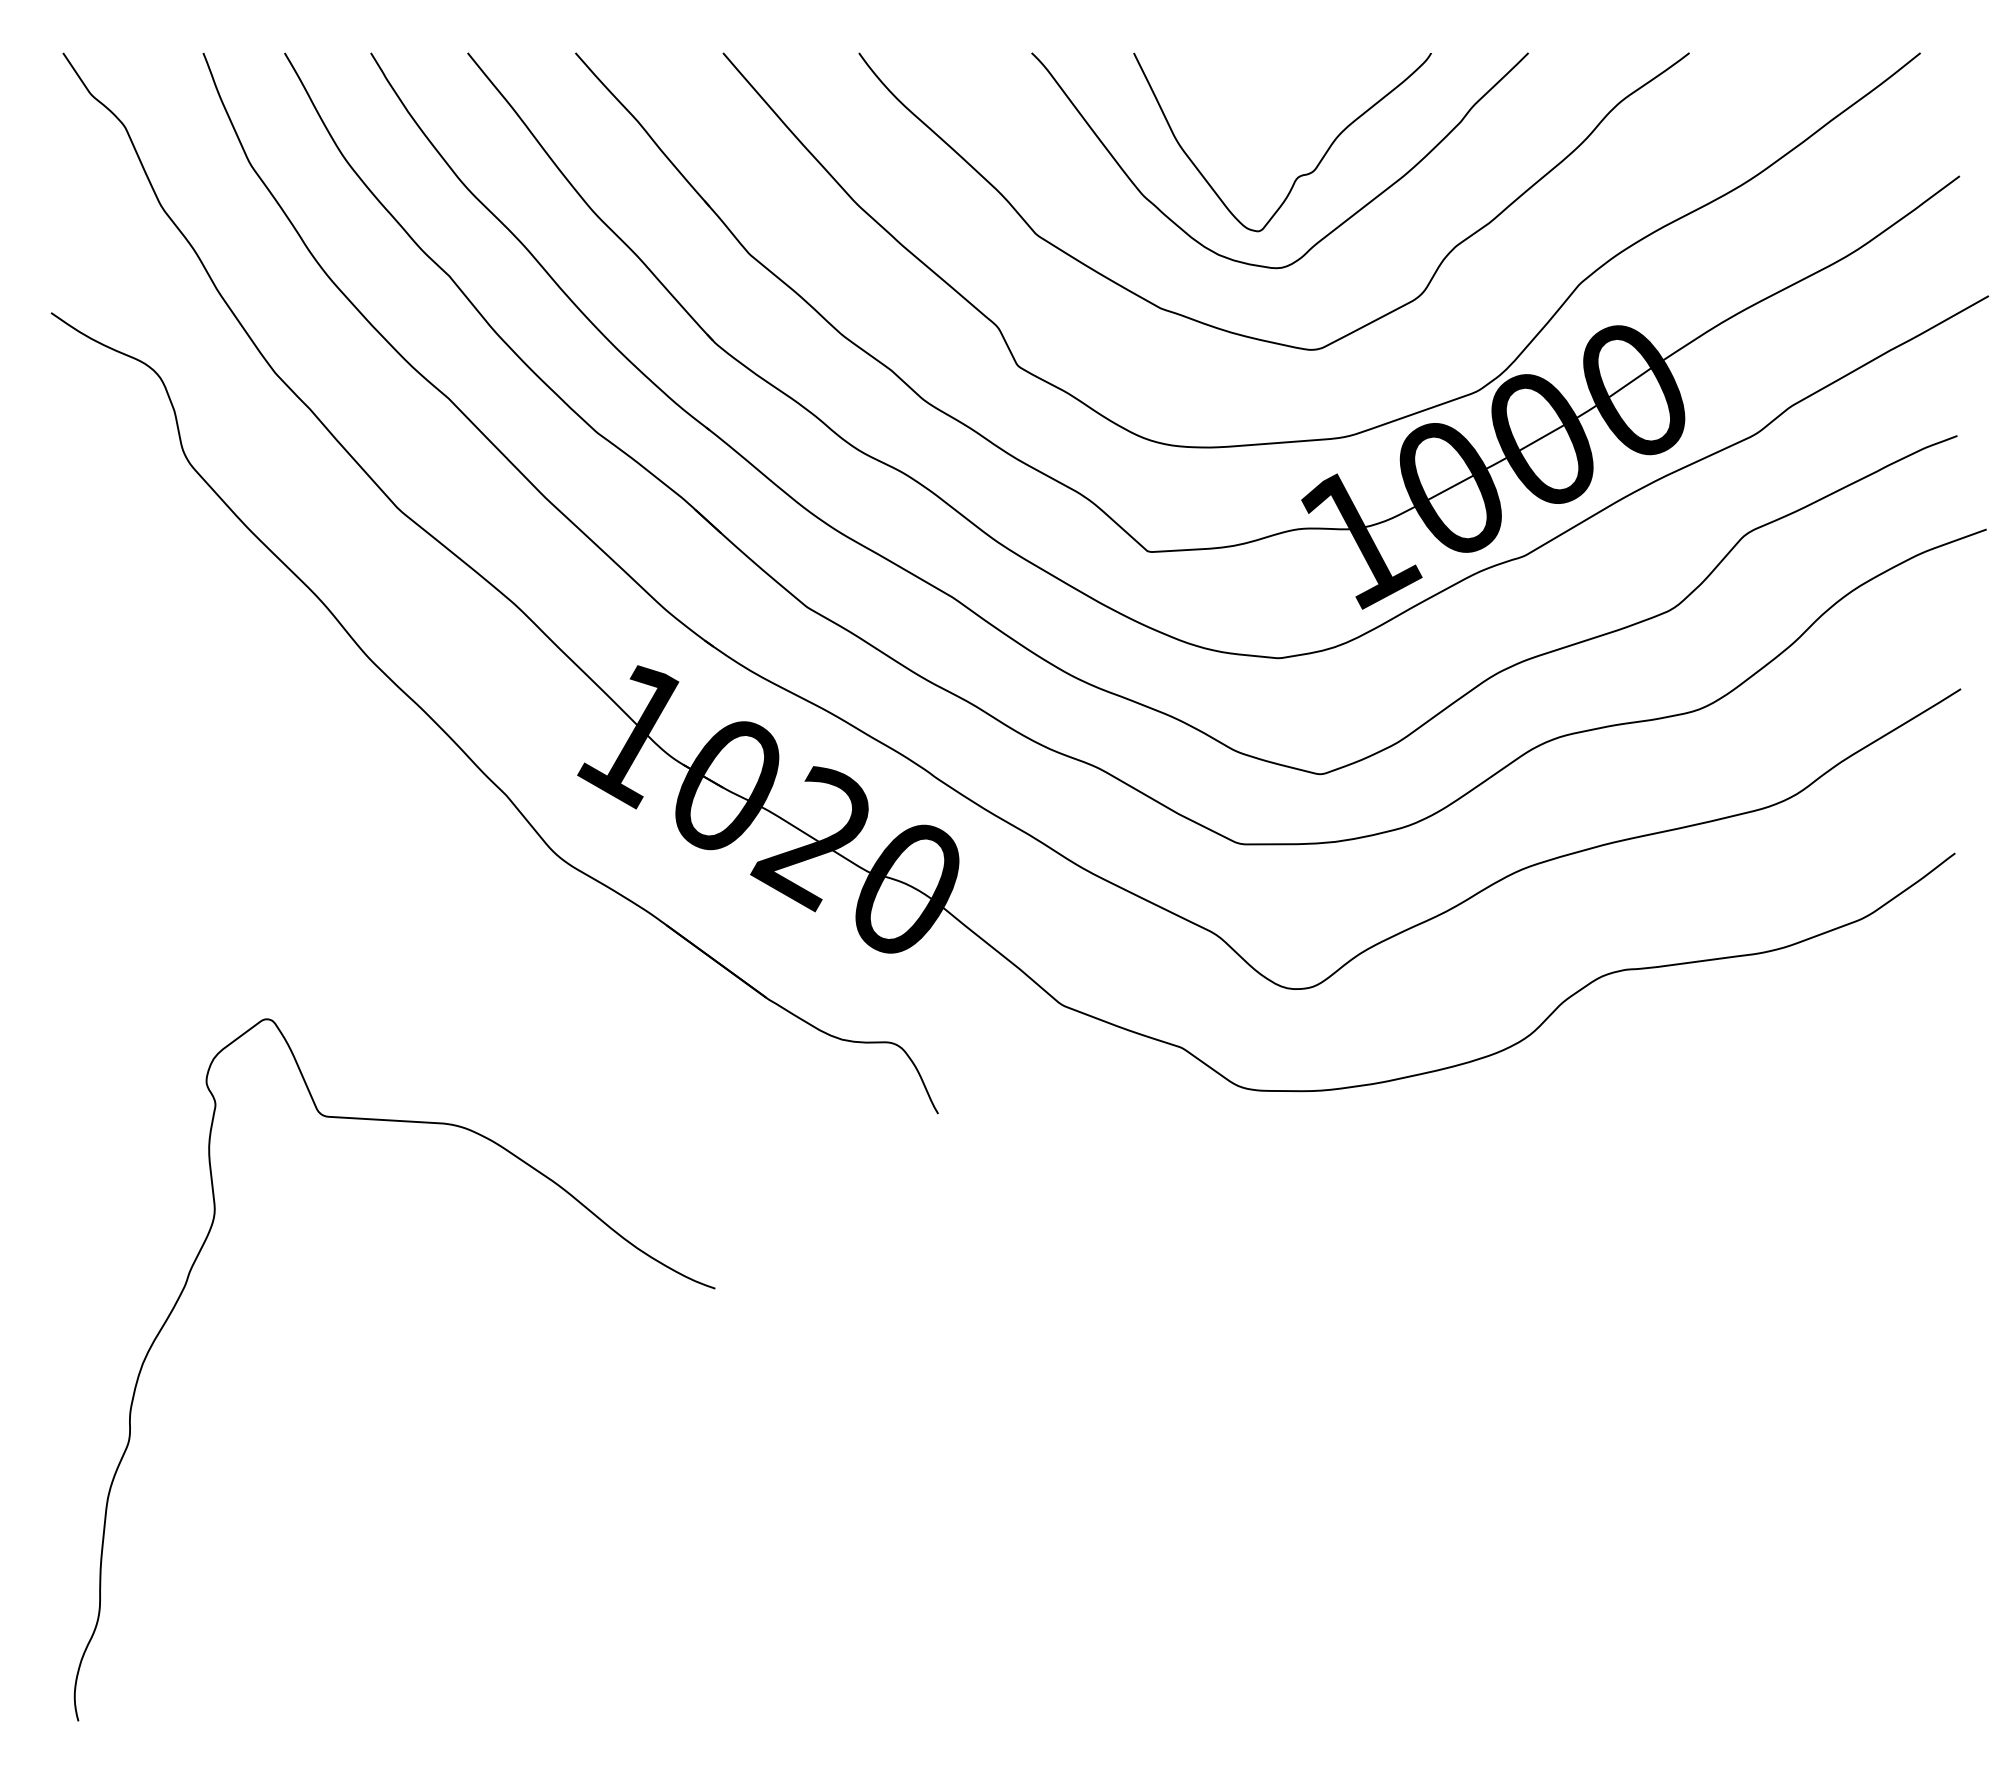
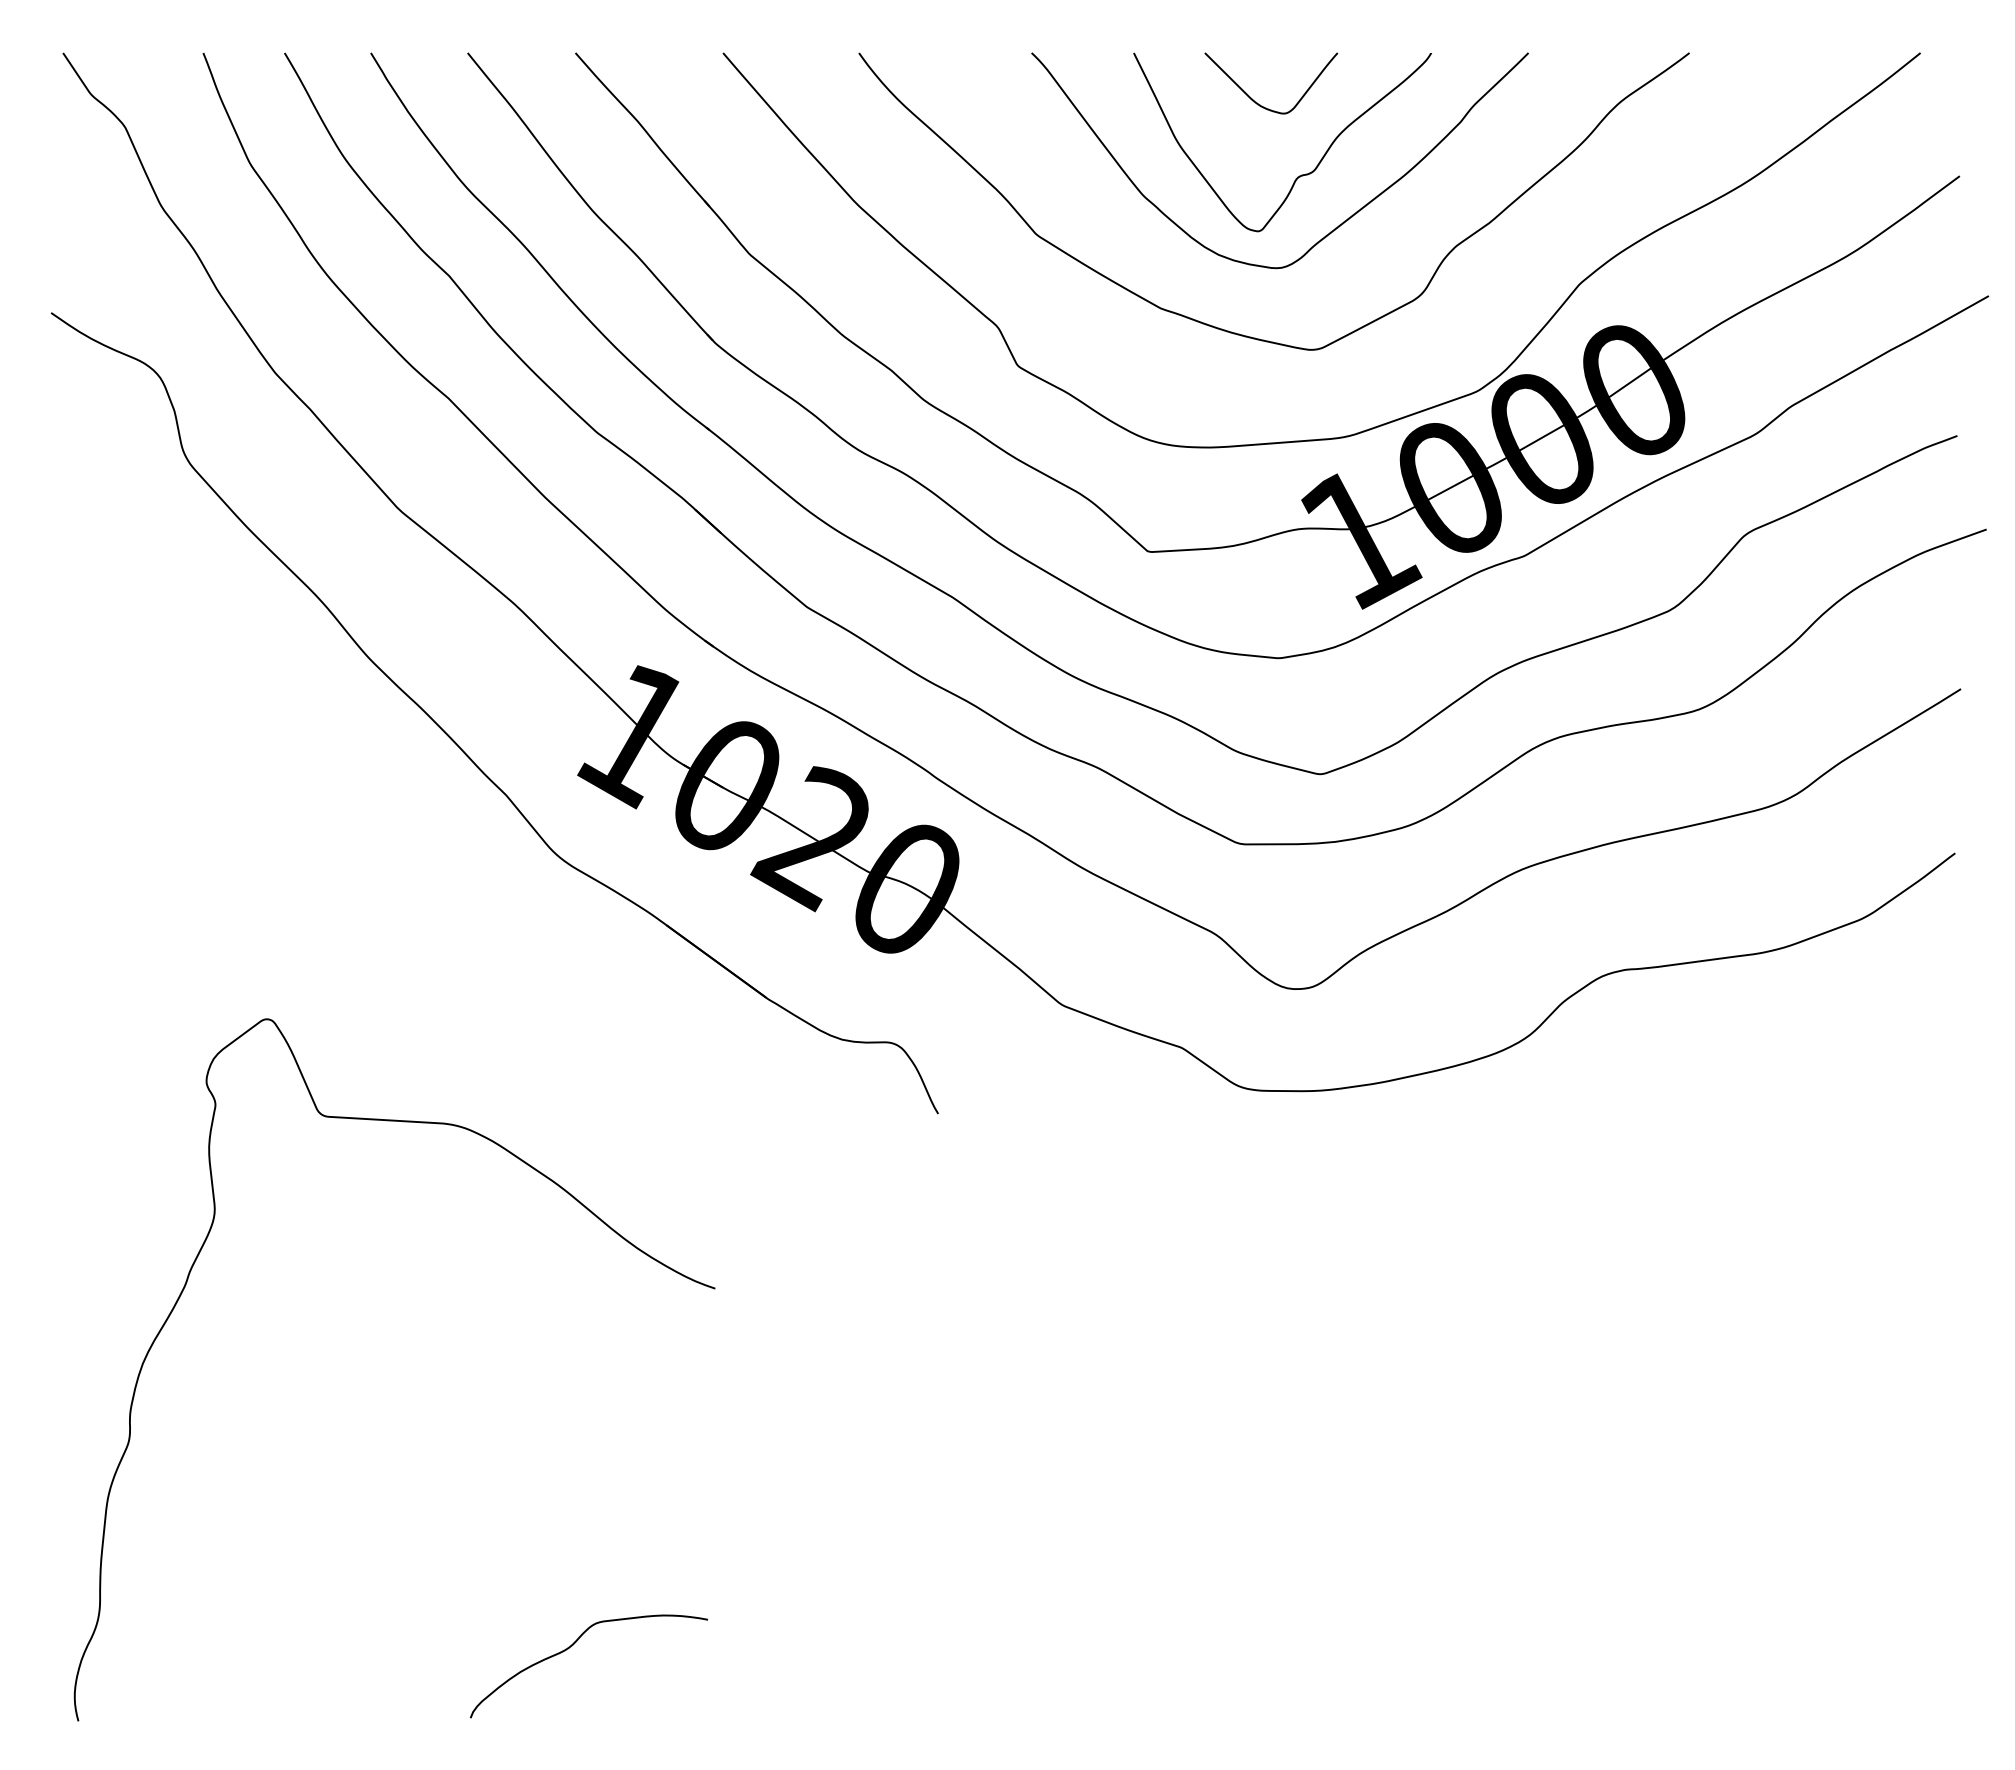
curve at (1257, 102): none -> present
curve at (572, 1646): none -> present
